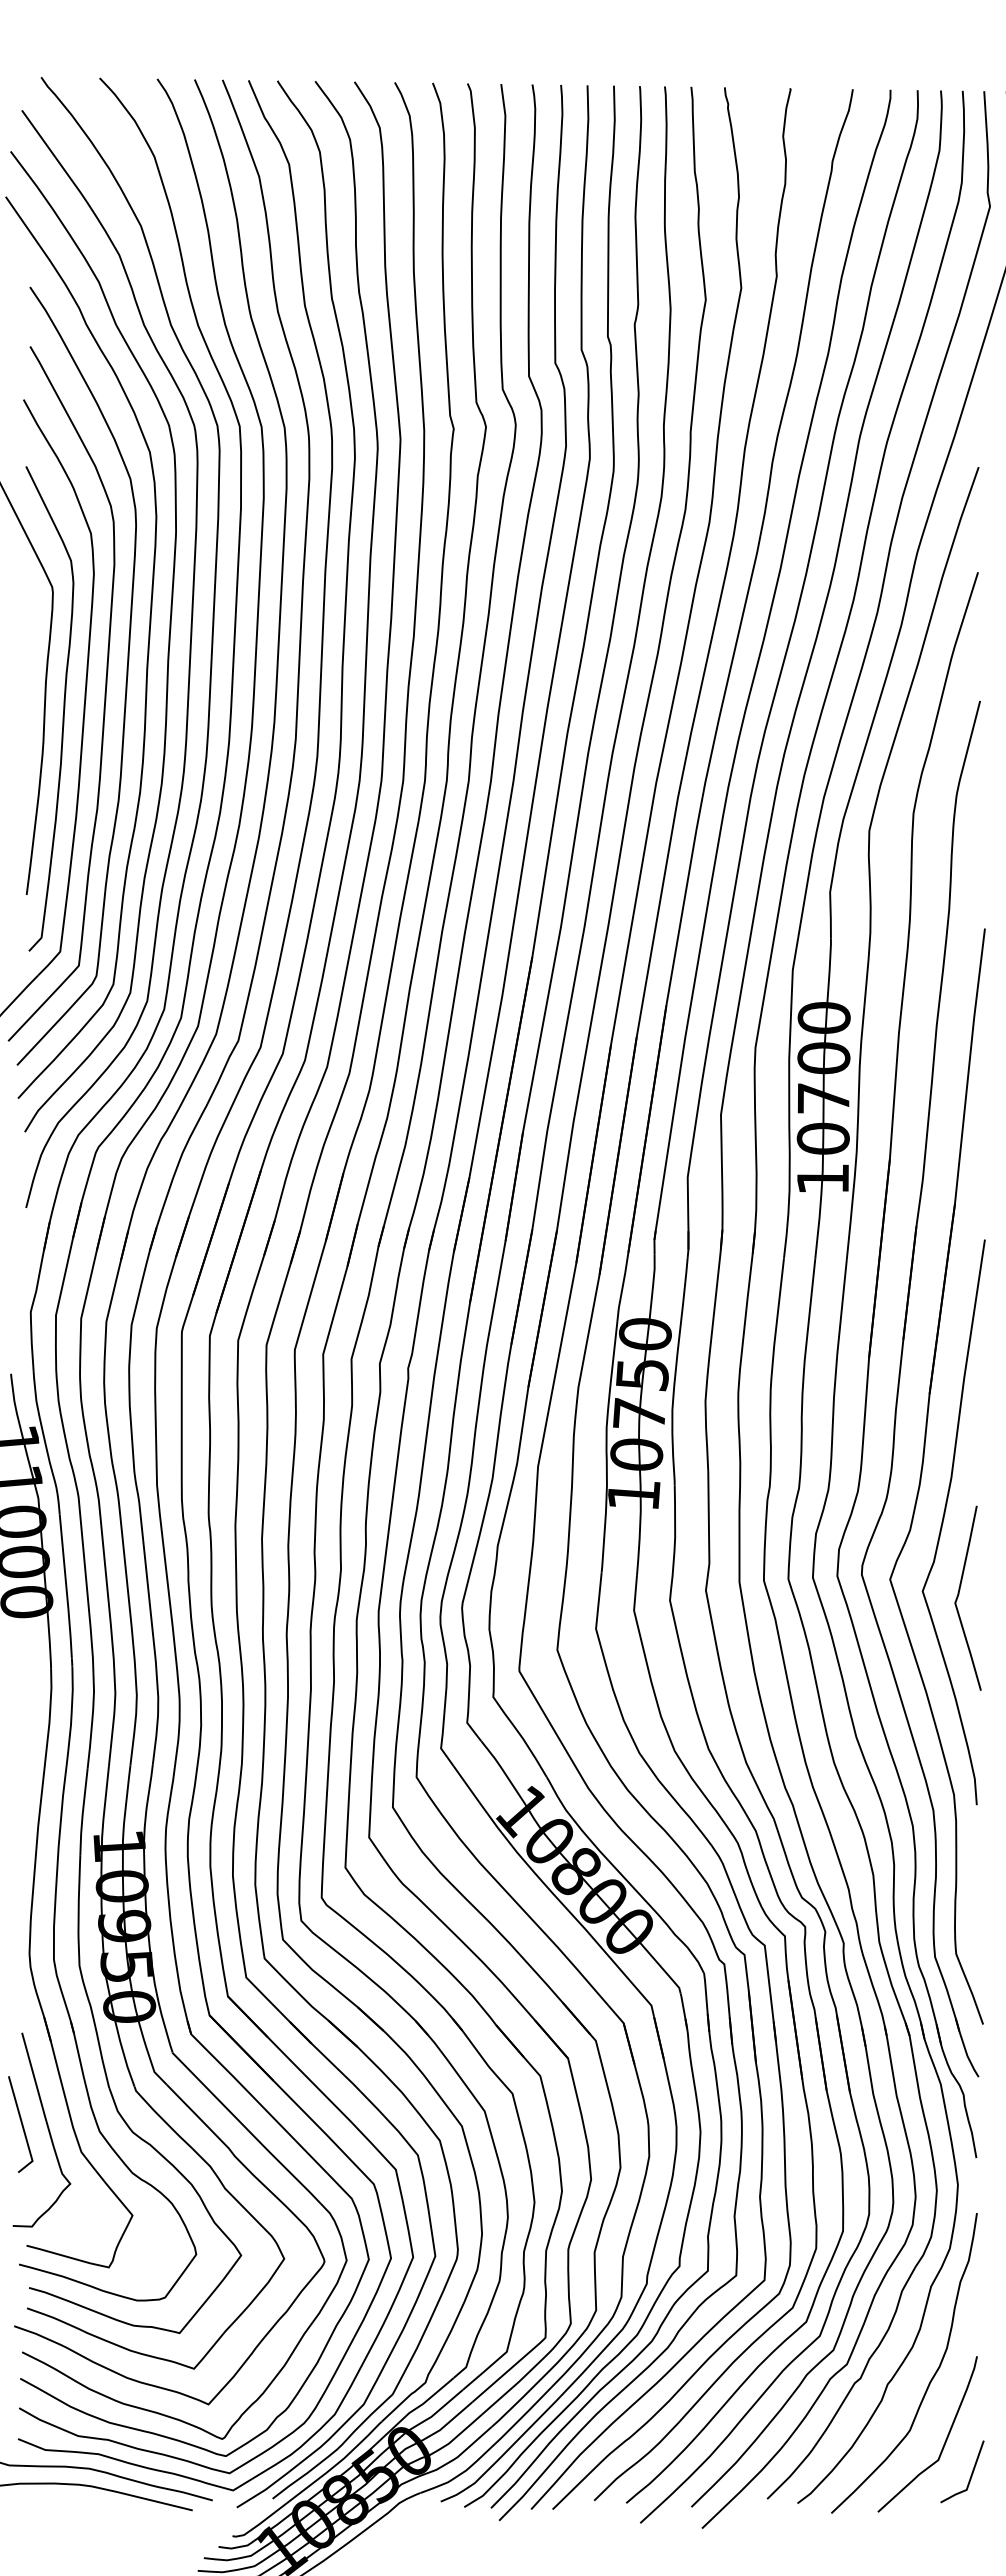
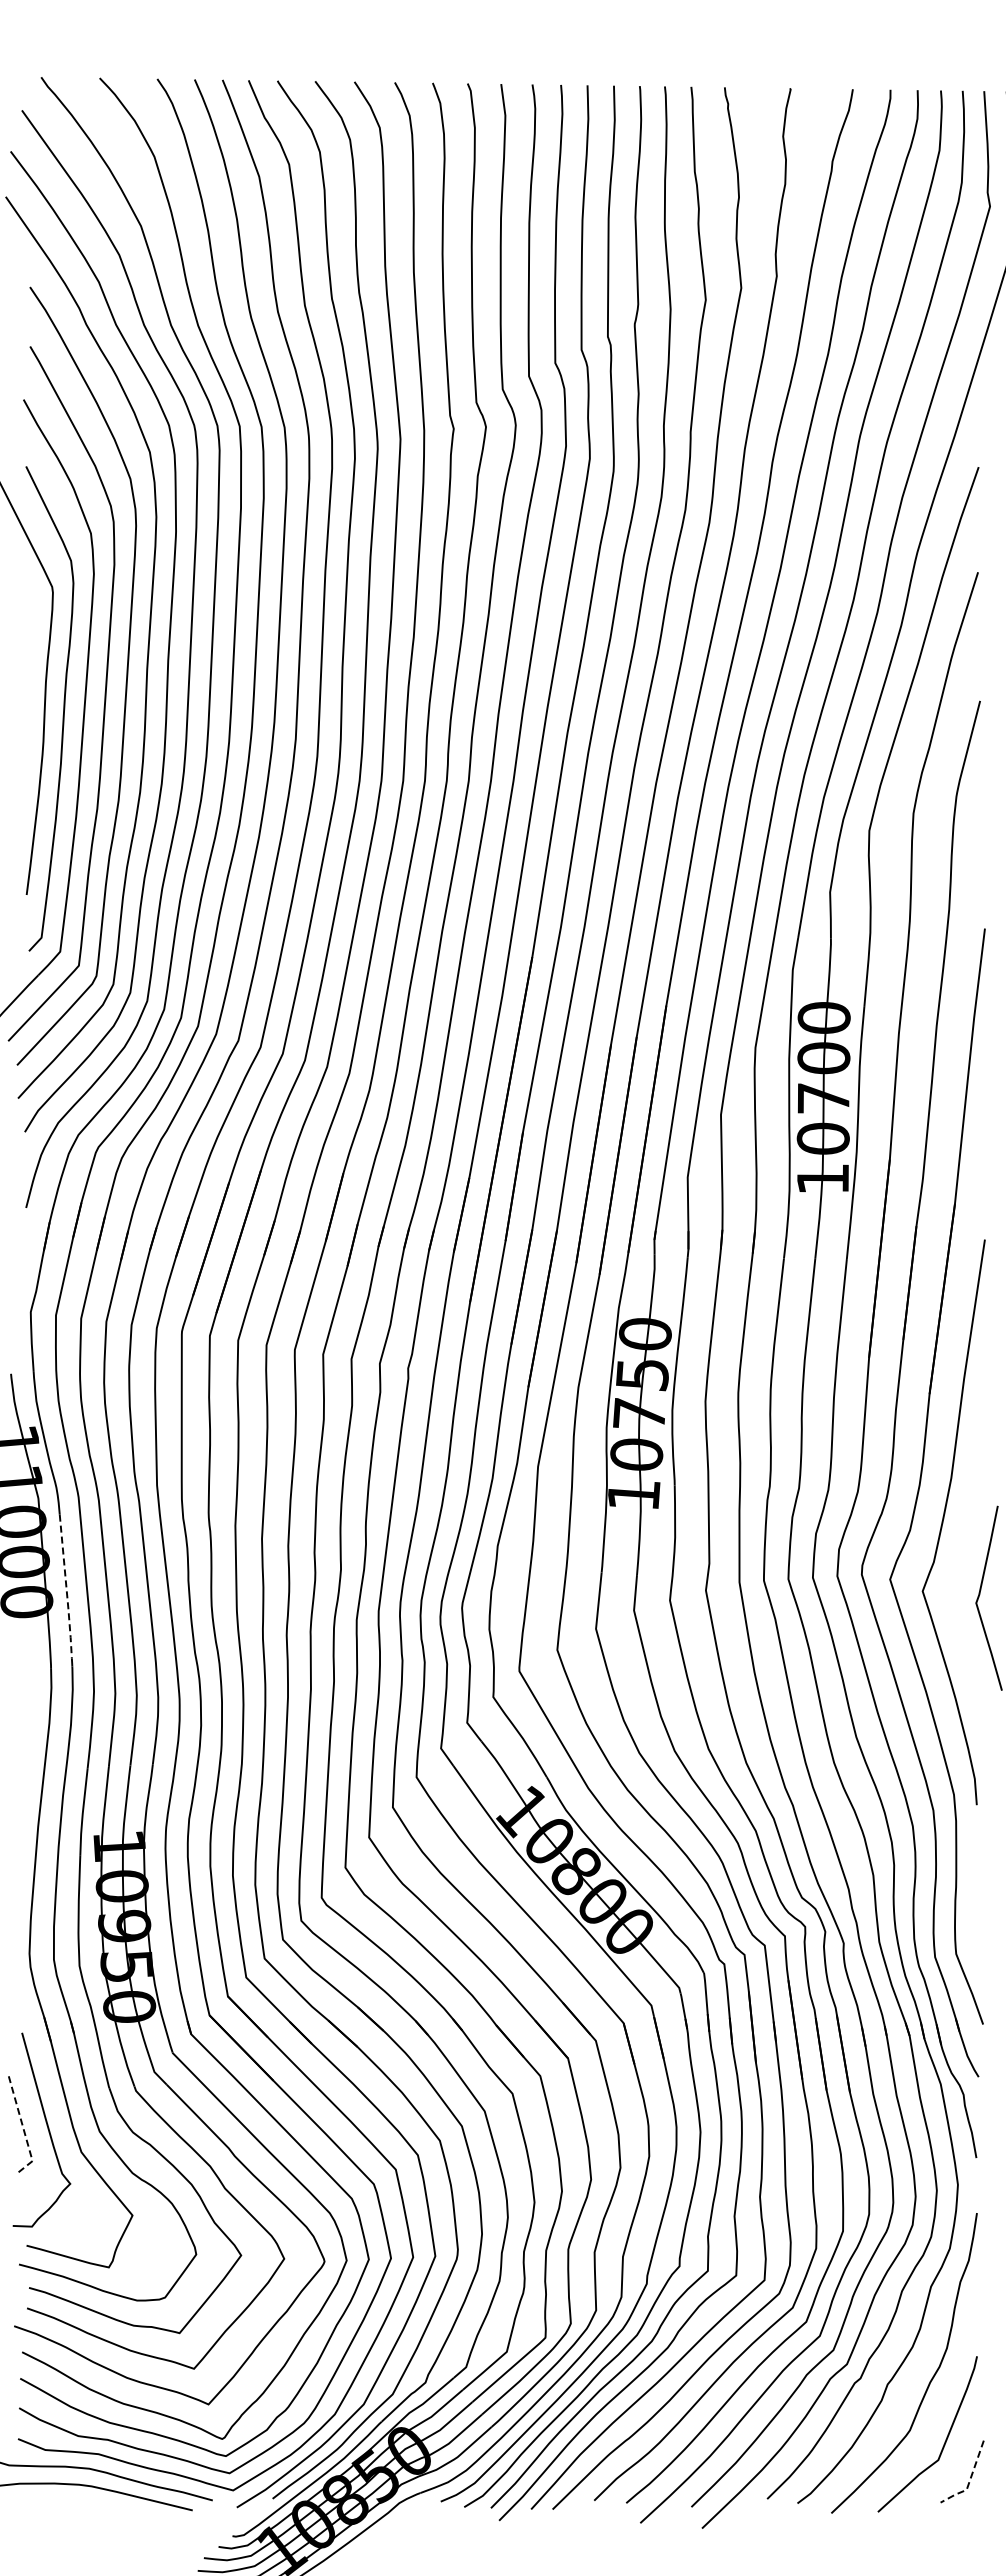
line at (66, 1588): solid -> dashed
curve at (959, 1594) position: (959, 1594) -> (980, 1594)
line at (23, 2128): solid -> dashed
line at (969, 2480): solid -> dashed
